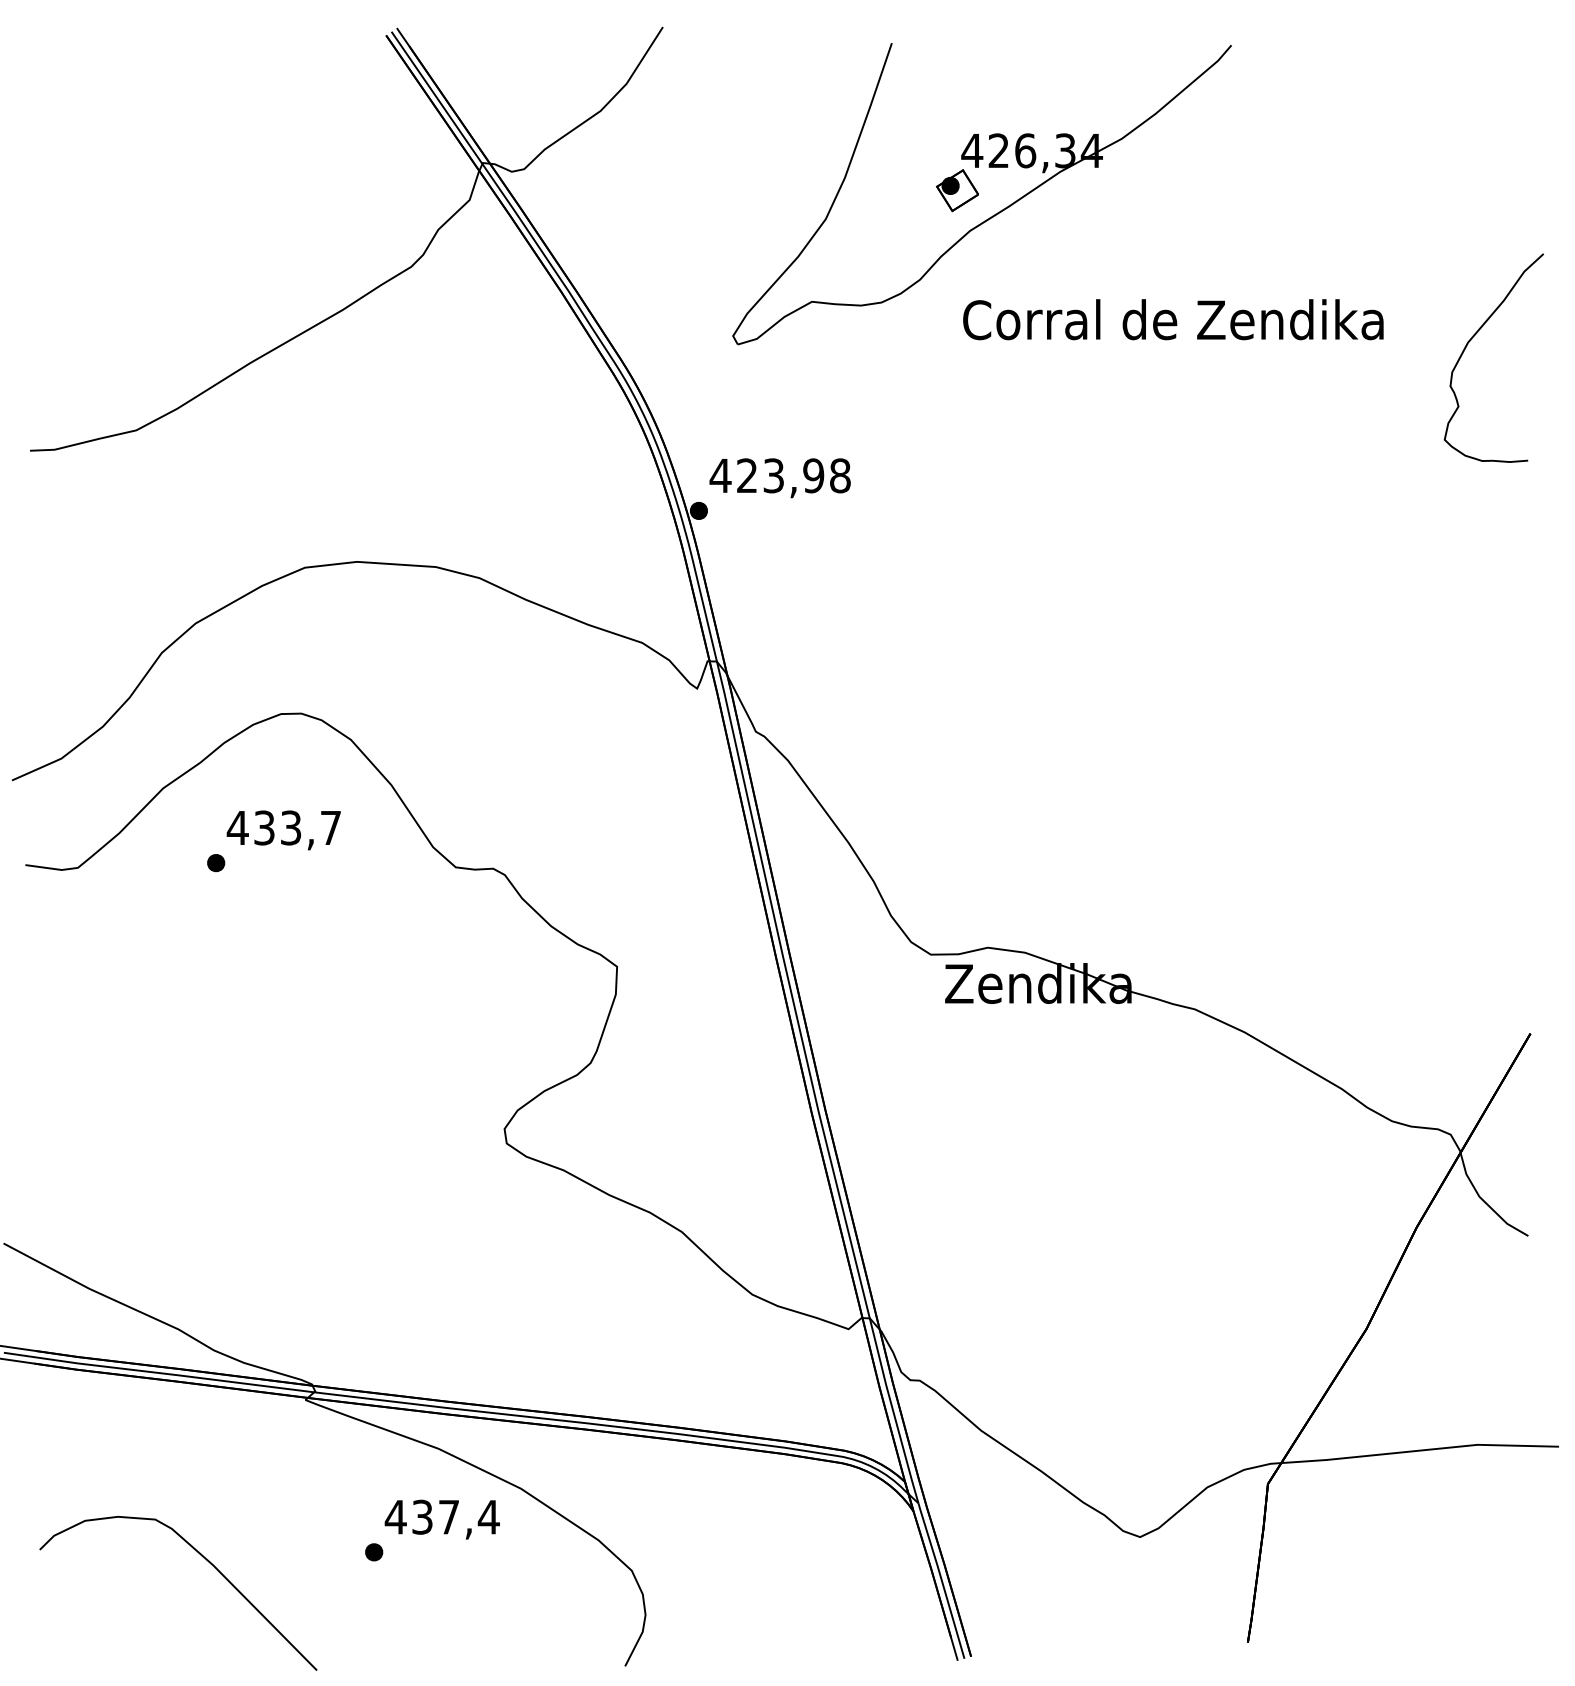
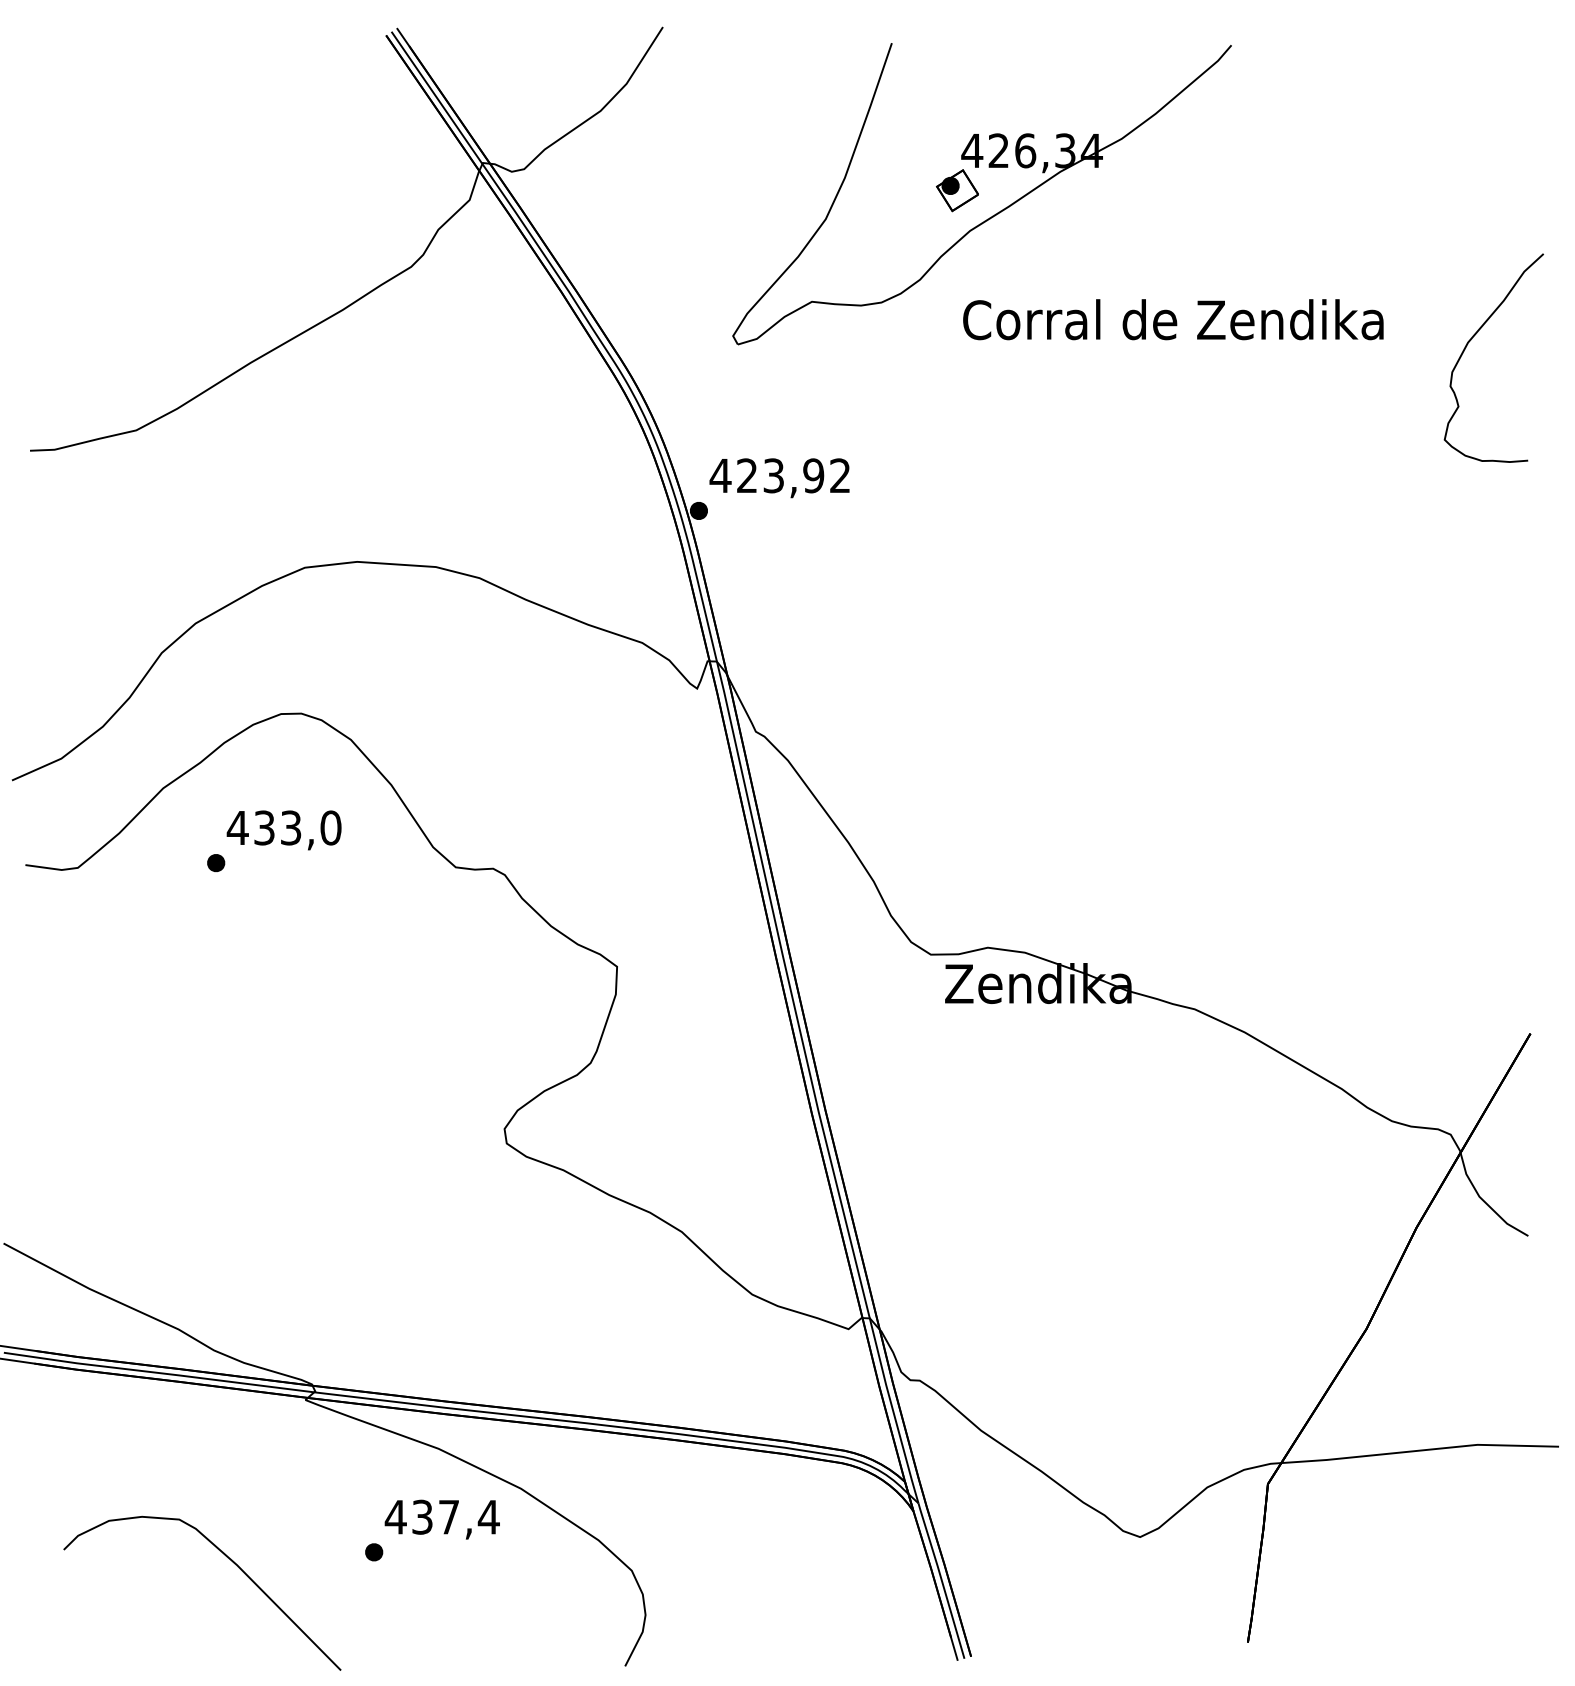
text at (840, 475): 423,98 -> 423,92
text at (330, 827): 433,7 -> 433,0
curve at (208, 1562) position: (208, 1562) -> (232, 1562)
